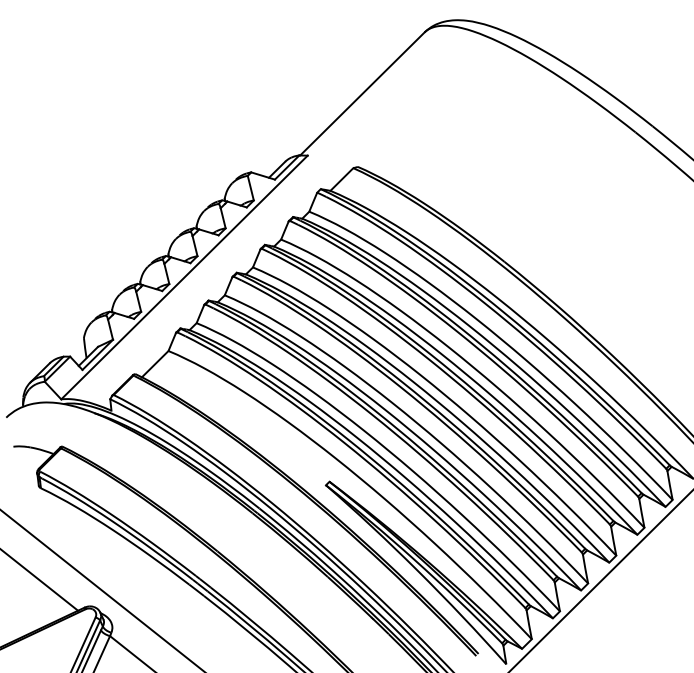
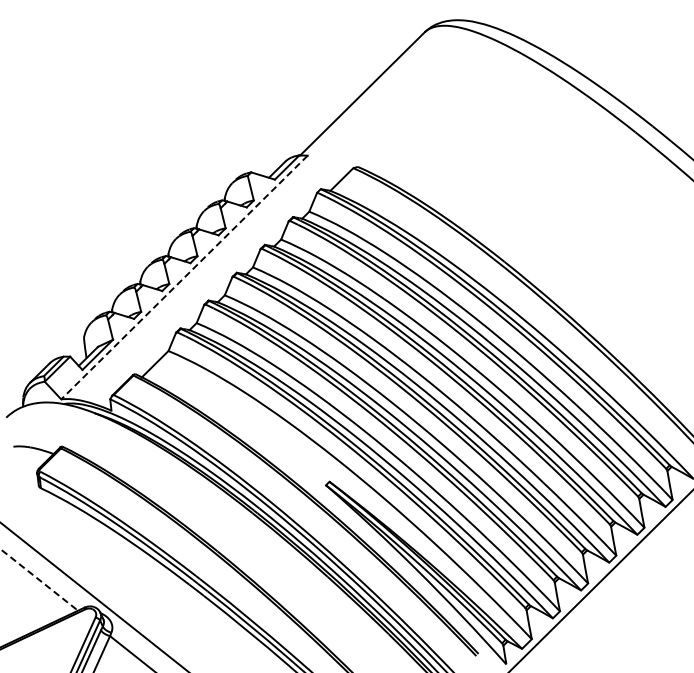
line at (184, 277): solid -> dashed
line at (39, 580): solid -> dashed
line at (101, 590) position: (101, 590) -> (93, 596)
